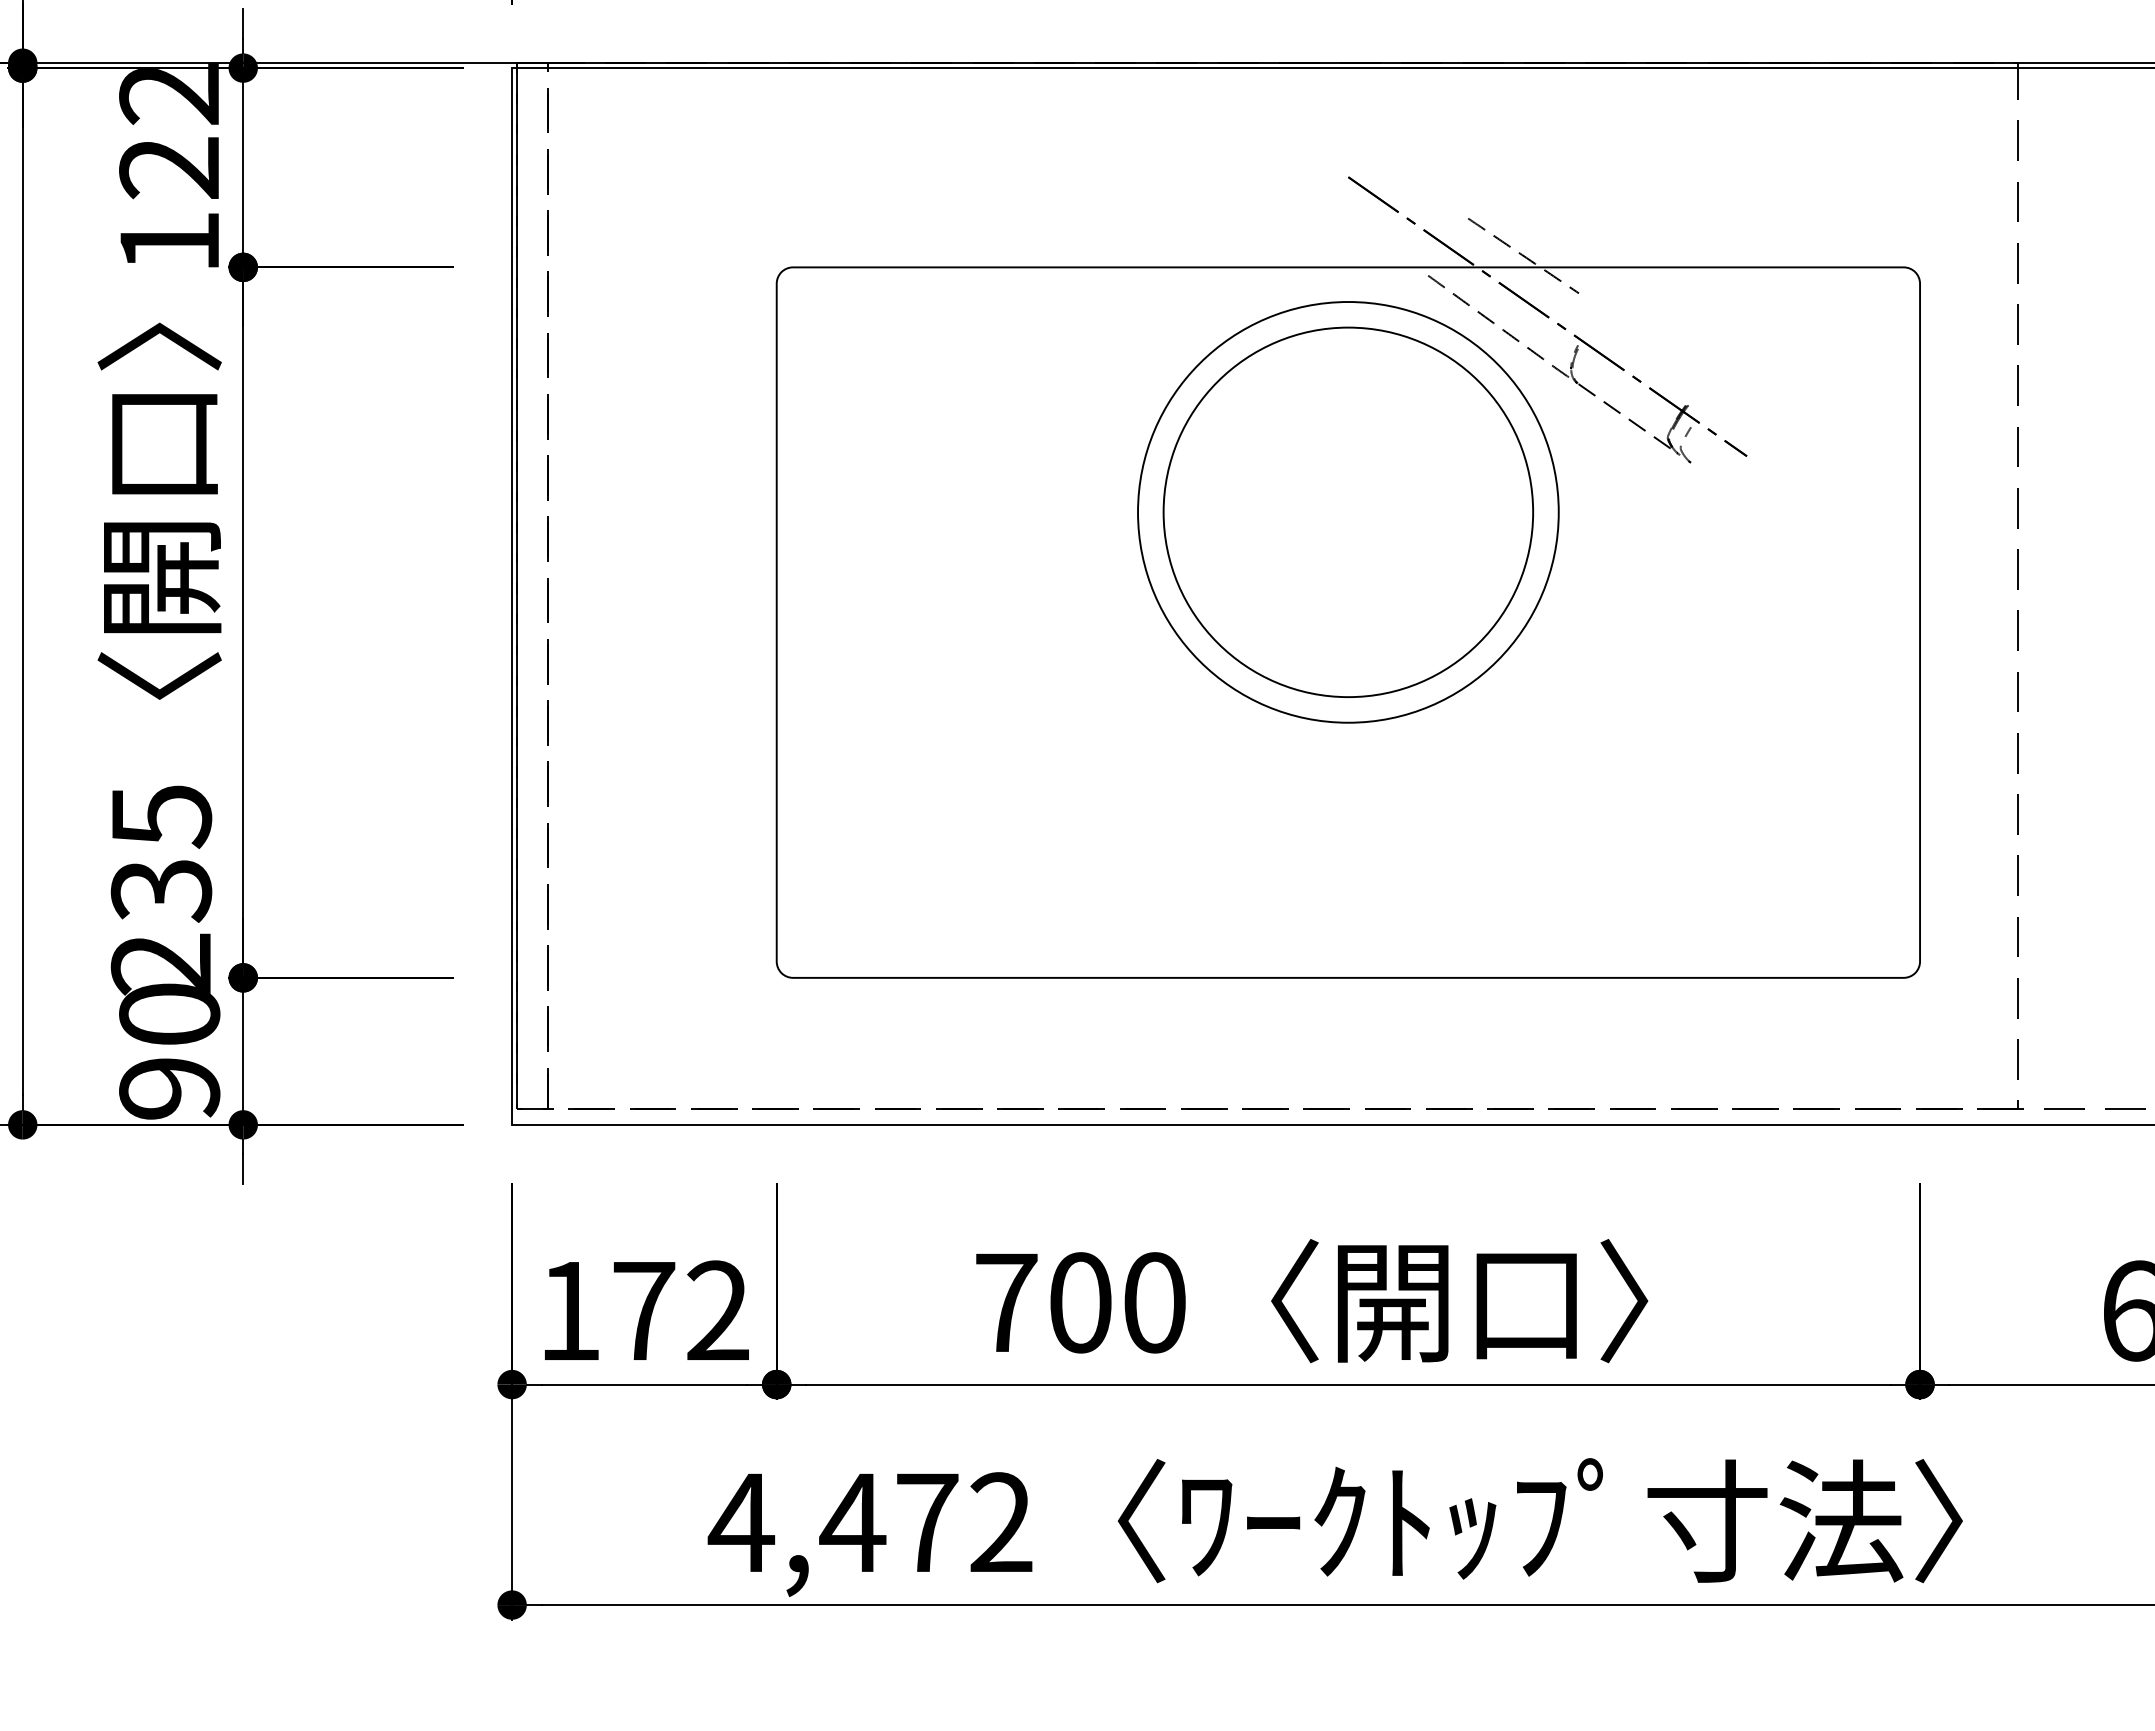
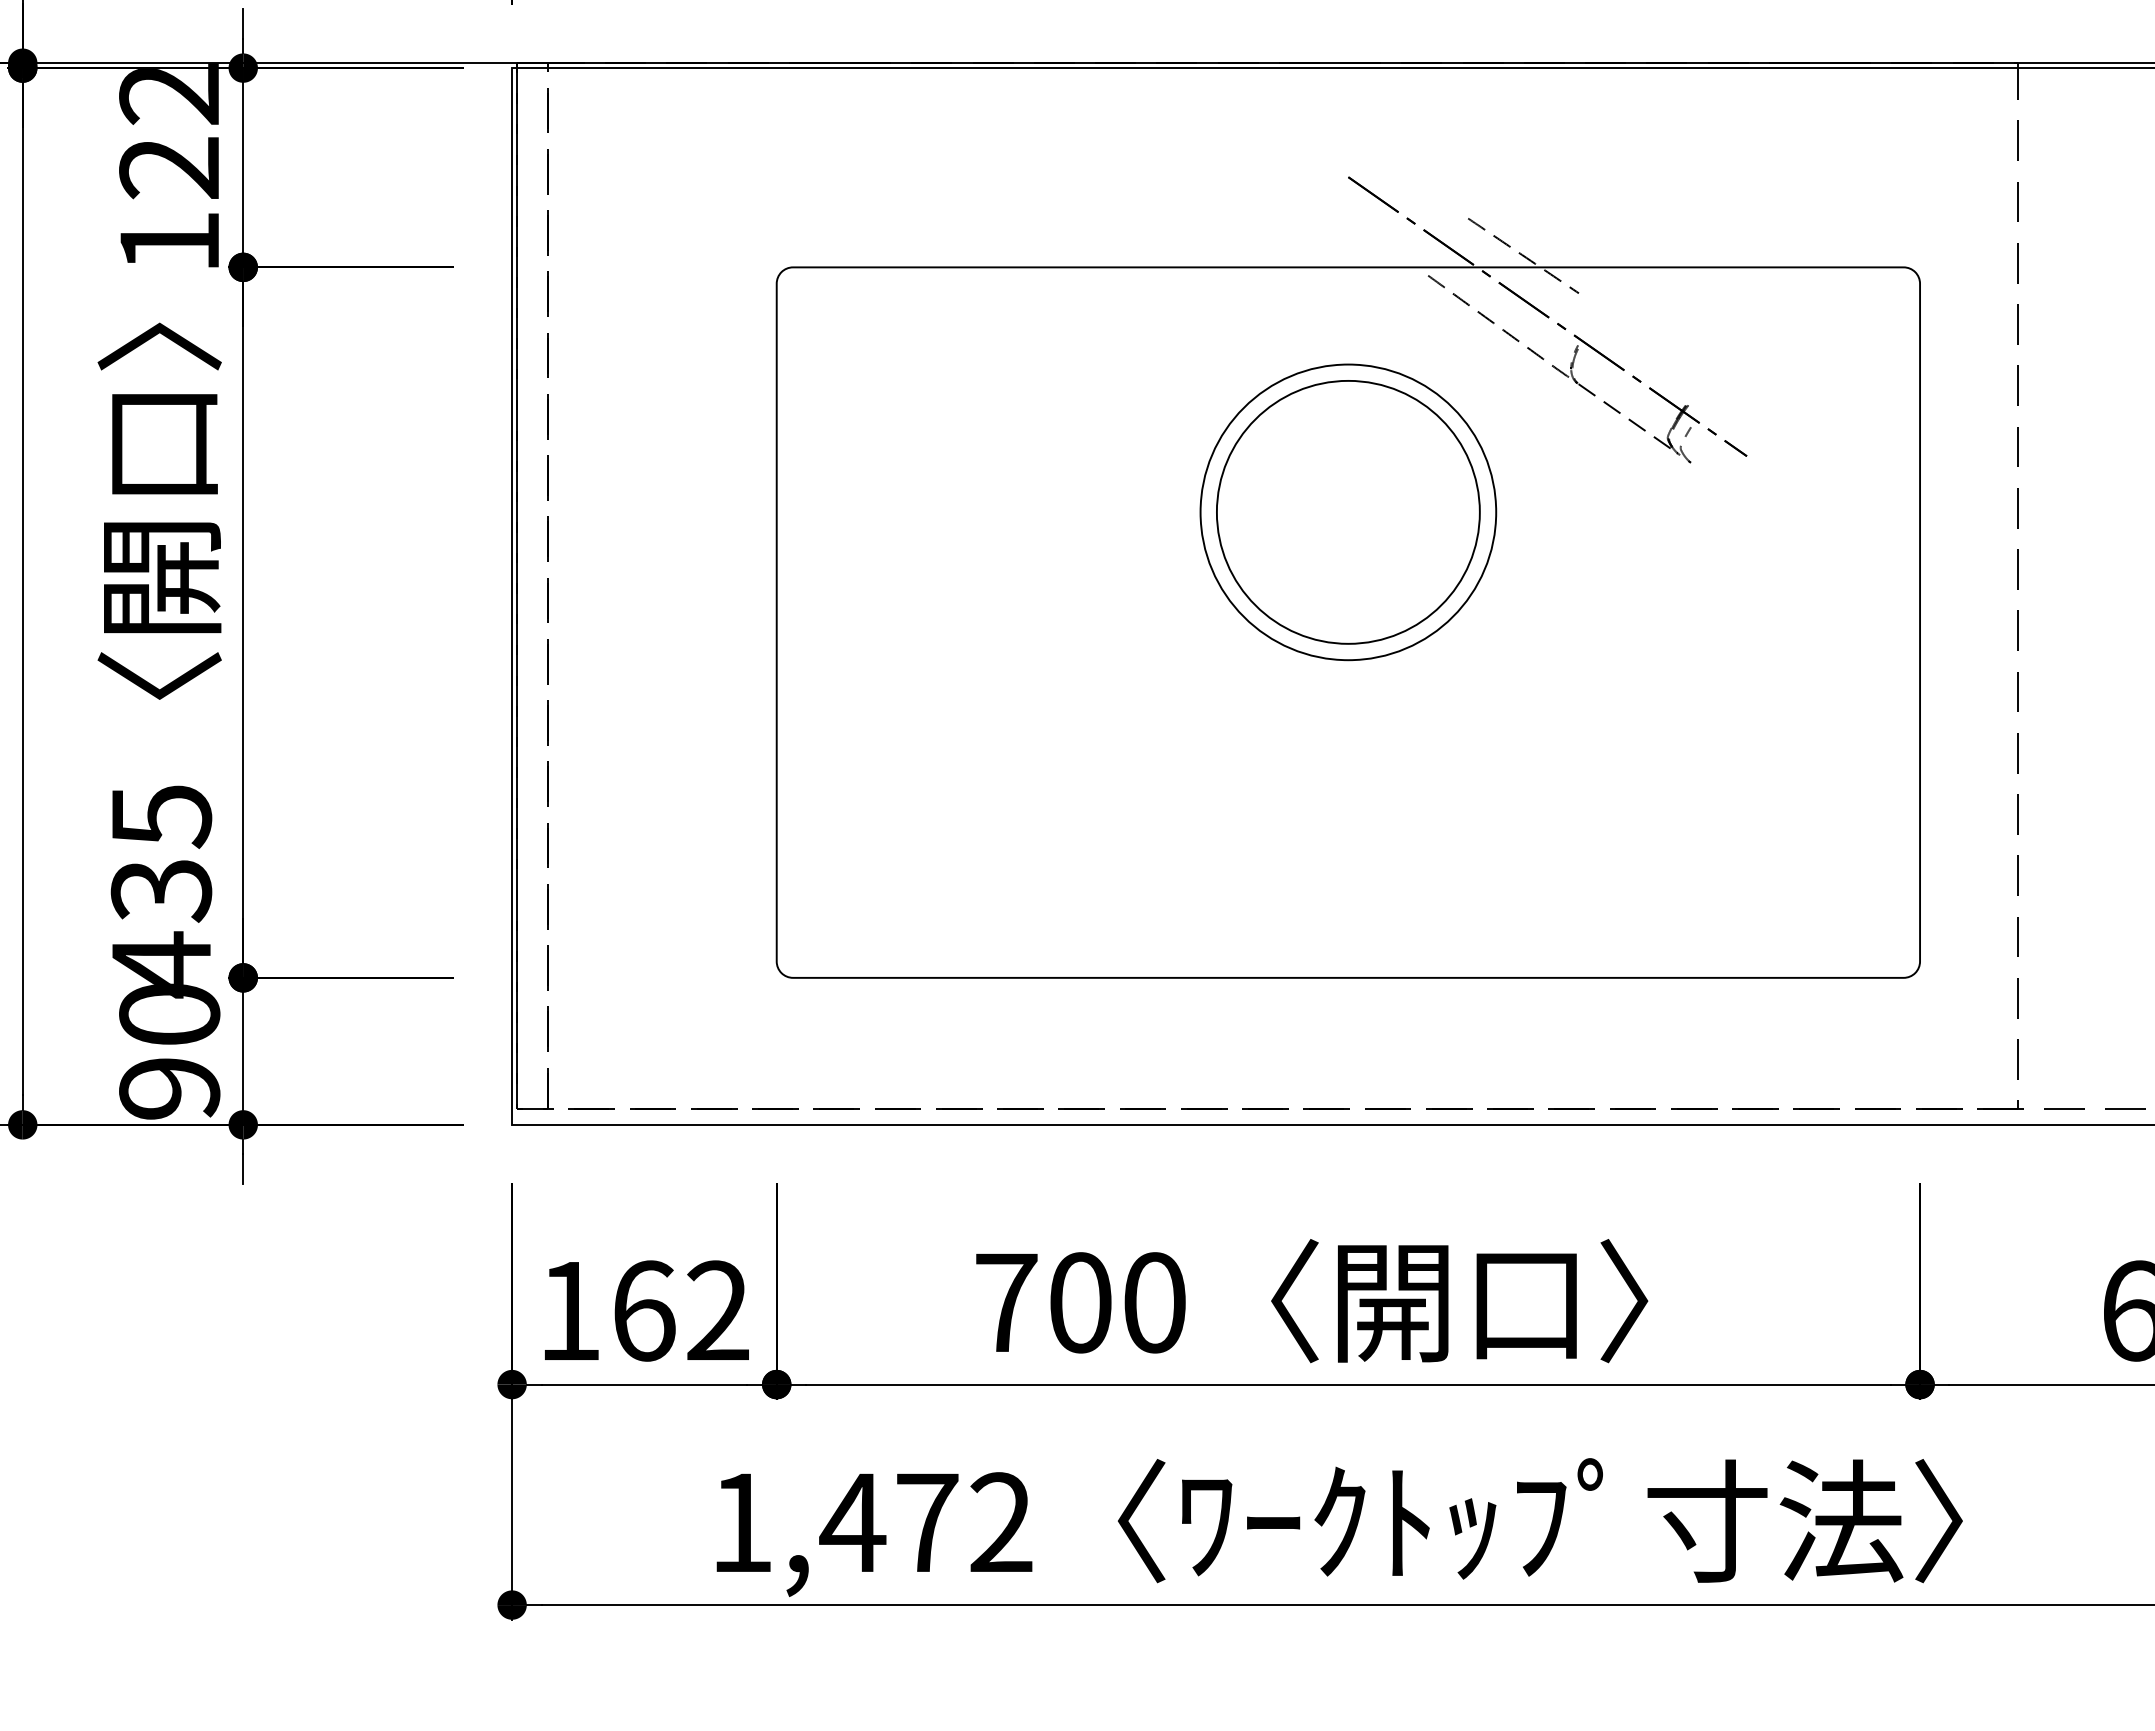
circle at (1348, 512) diameter: 370 px -> 296 px
circle at (1348, 512) diameter: 421 px -> 263 px
text at (160, 964): 235 -> 435
text at (644, 1310): 172 -> 162
text at (741, 1522): 4,472 -> 1,472
